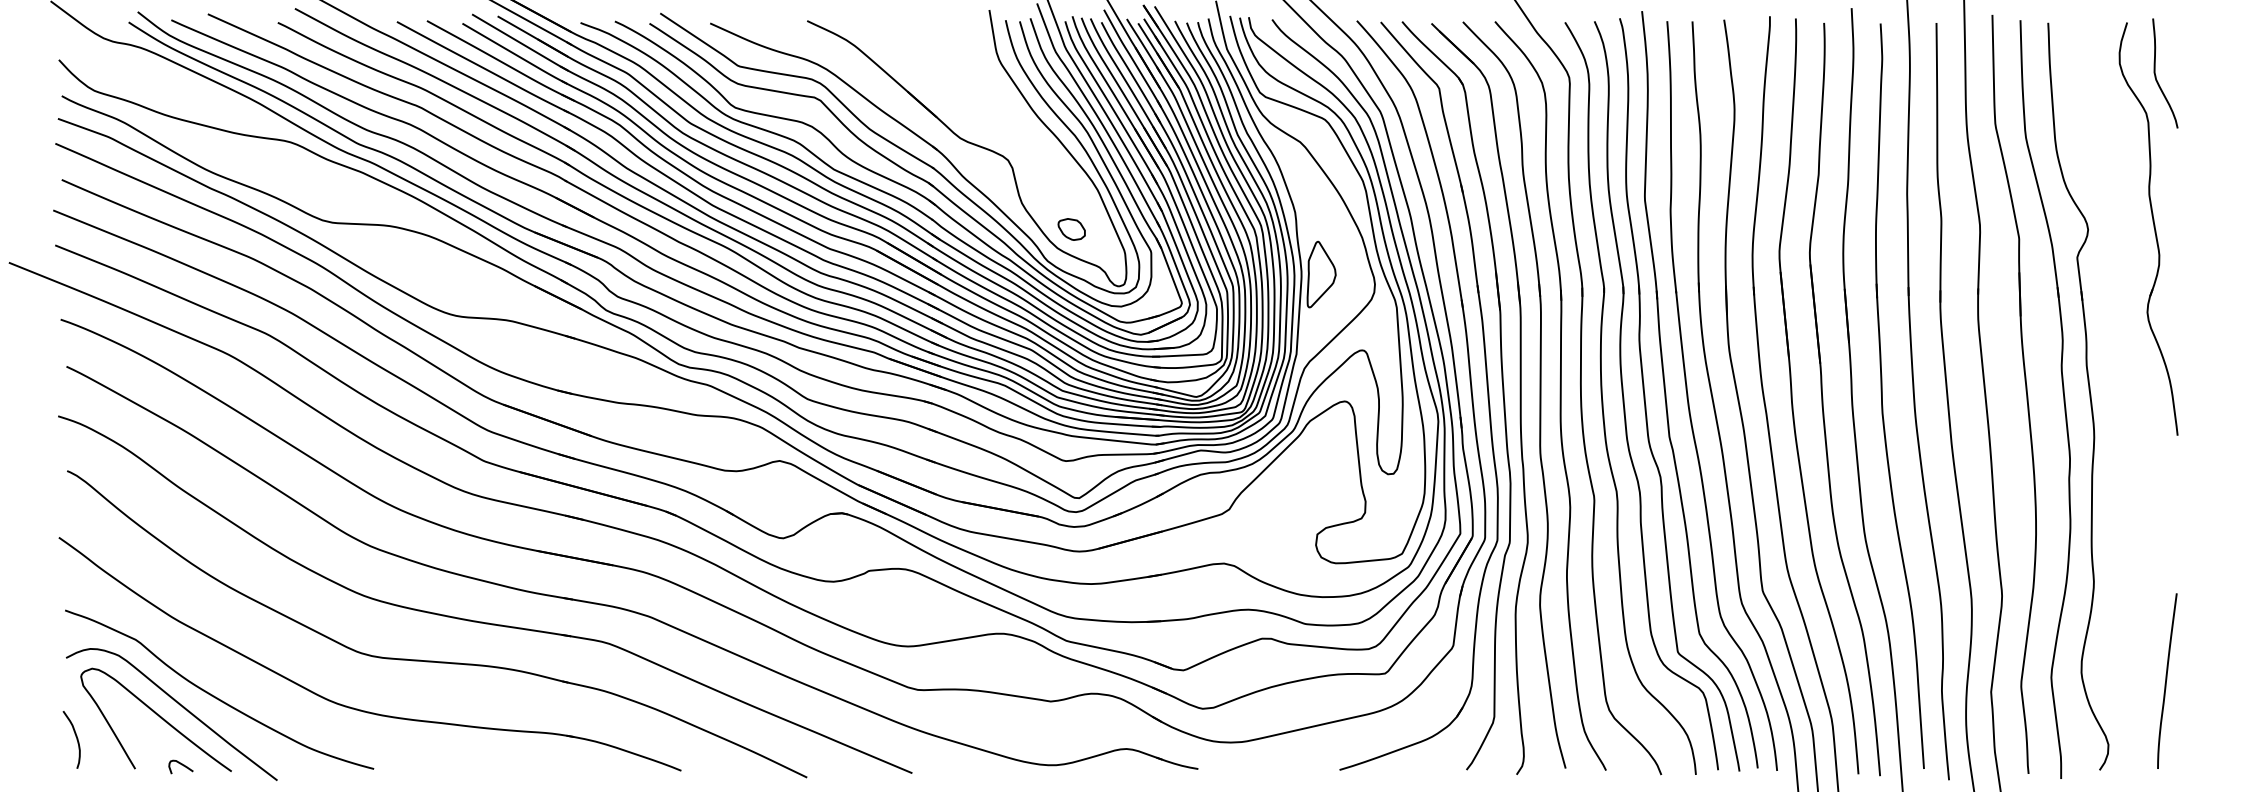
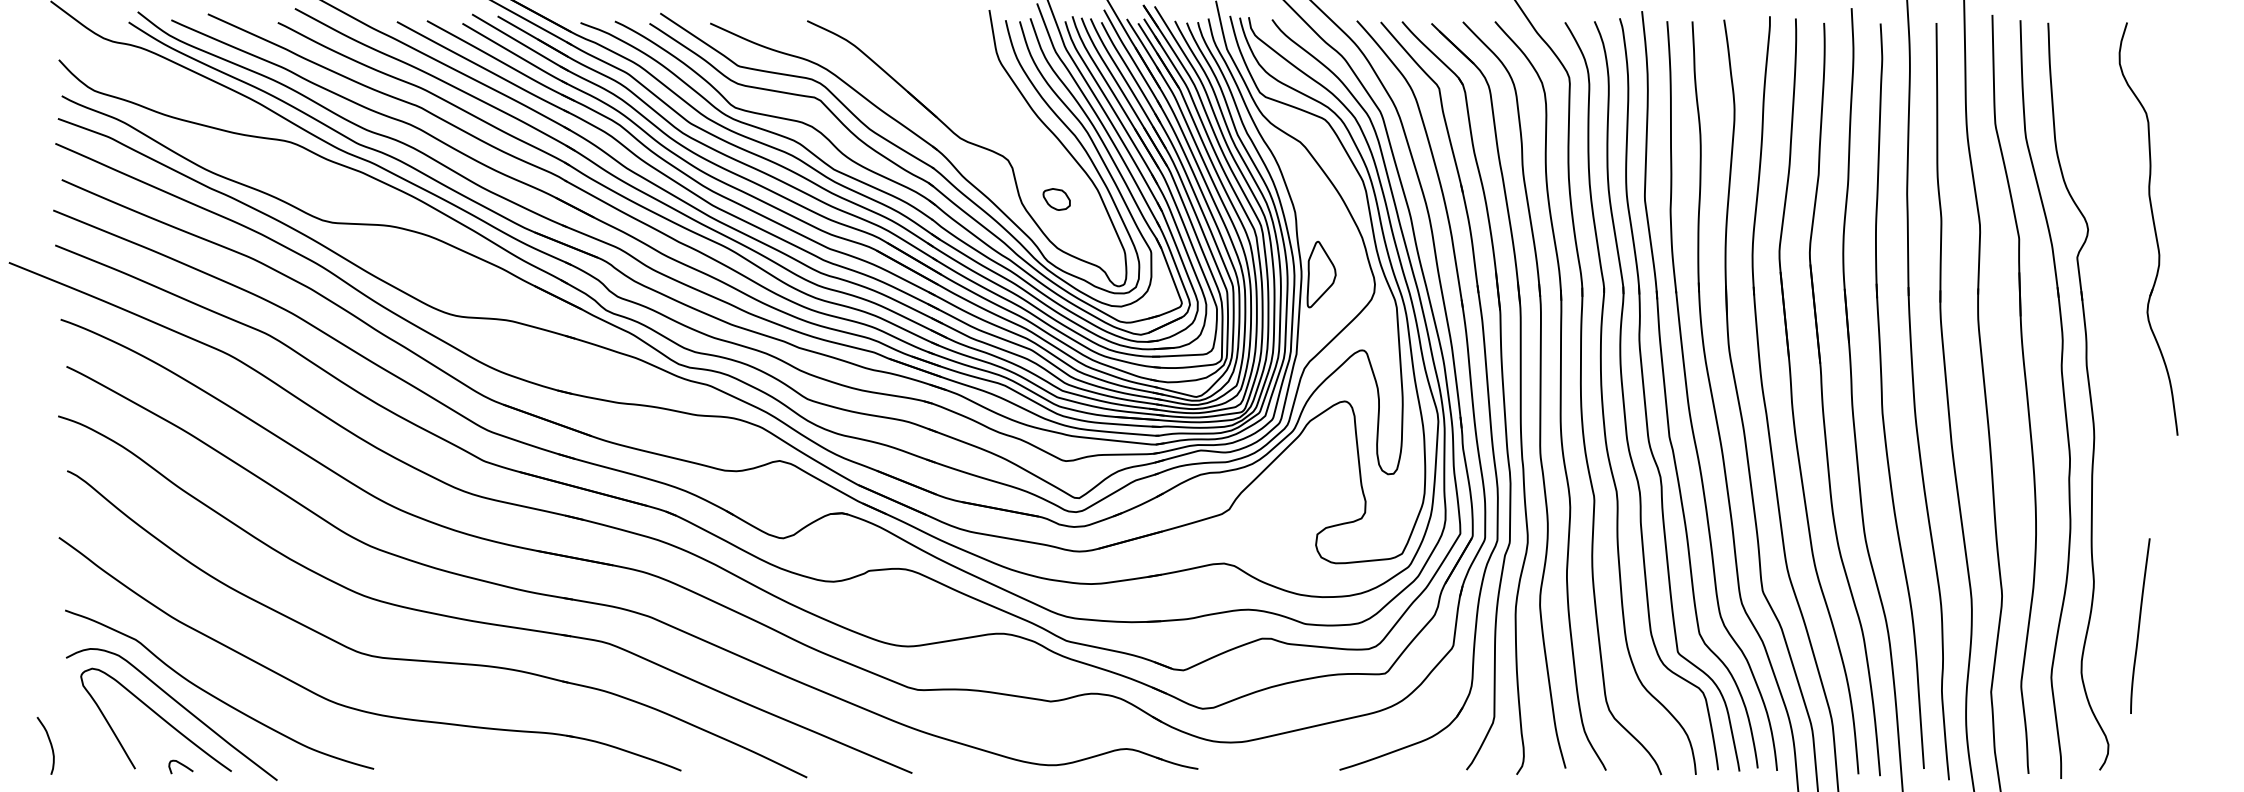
curve at (2156, 75): present -> none
part at (1071, 229) position: (1071, 229) -> (1056, 199)
curve at (2167, 679) position: (2167, 679) -> (2140, 624)
curve at (75, 736) position: (75, 736) -> (49, 742)
